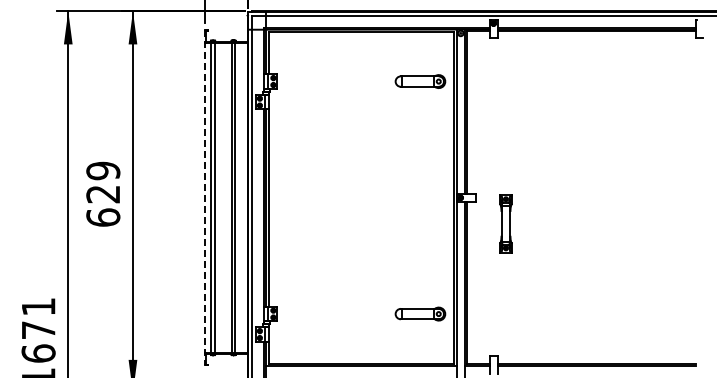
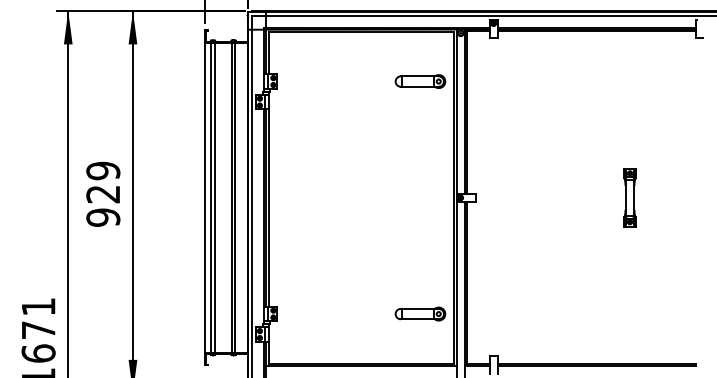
line at (204, 197): dashed -> solid
text at (103, 217): 629 -> 929
part at (505, 223) position: (505, 223) -> (629, 197)
